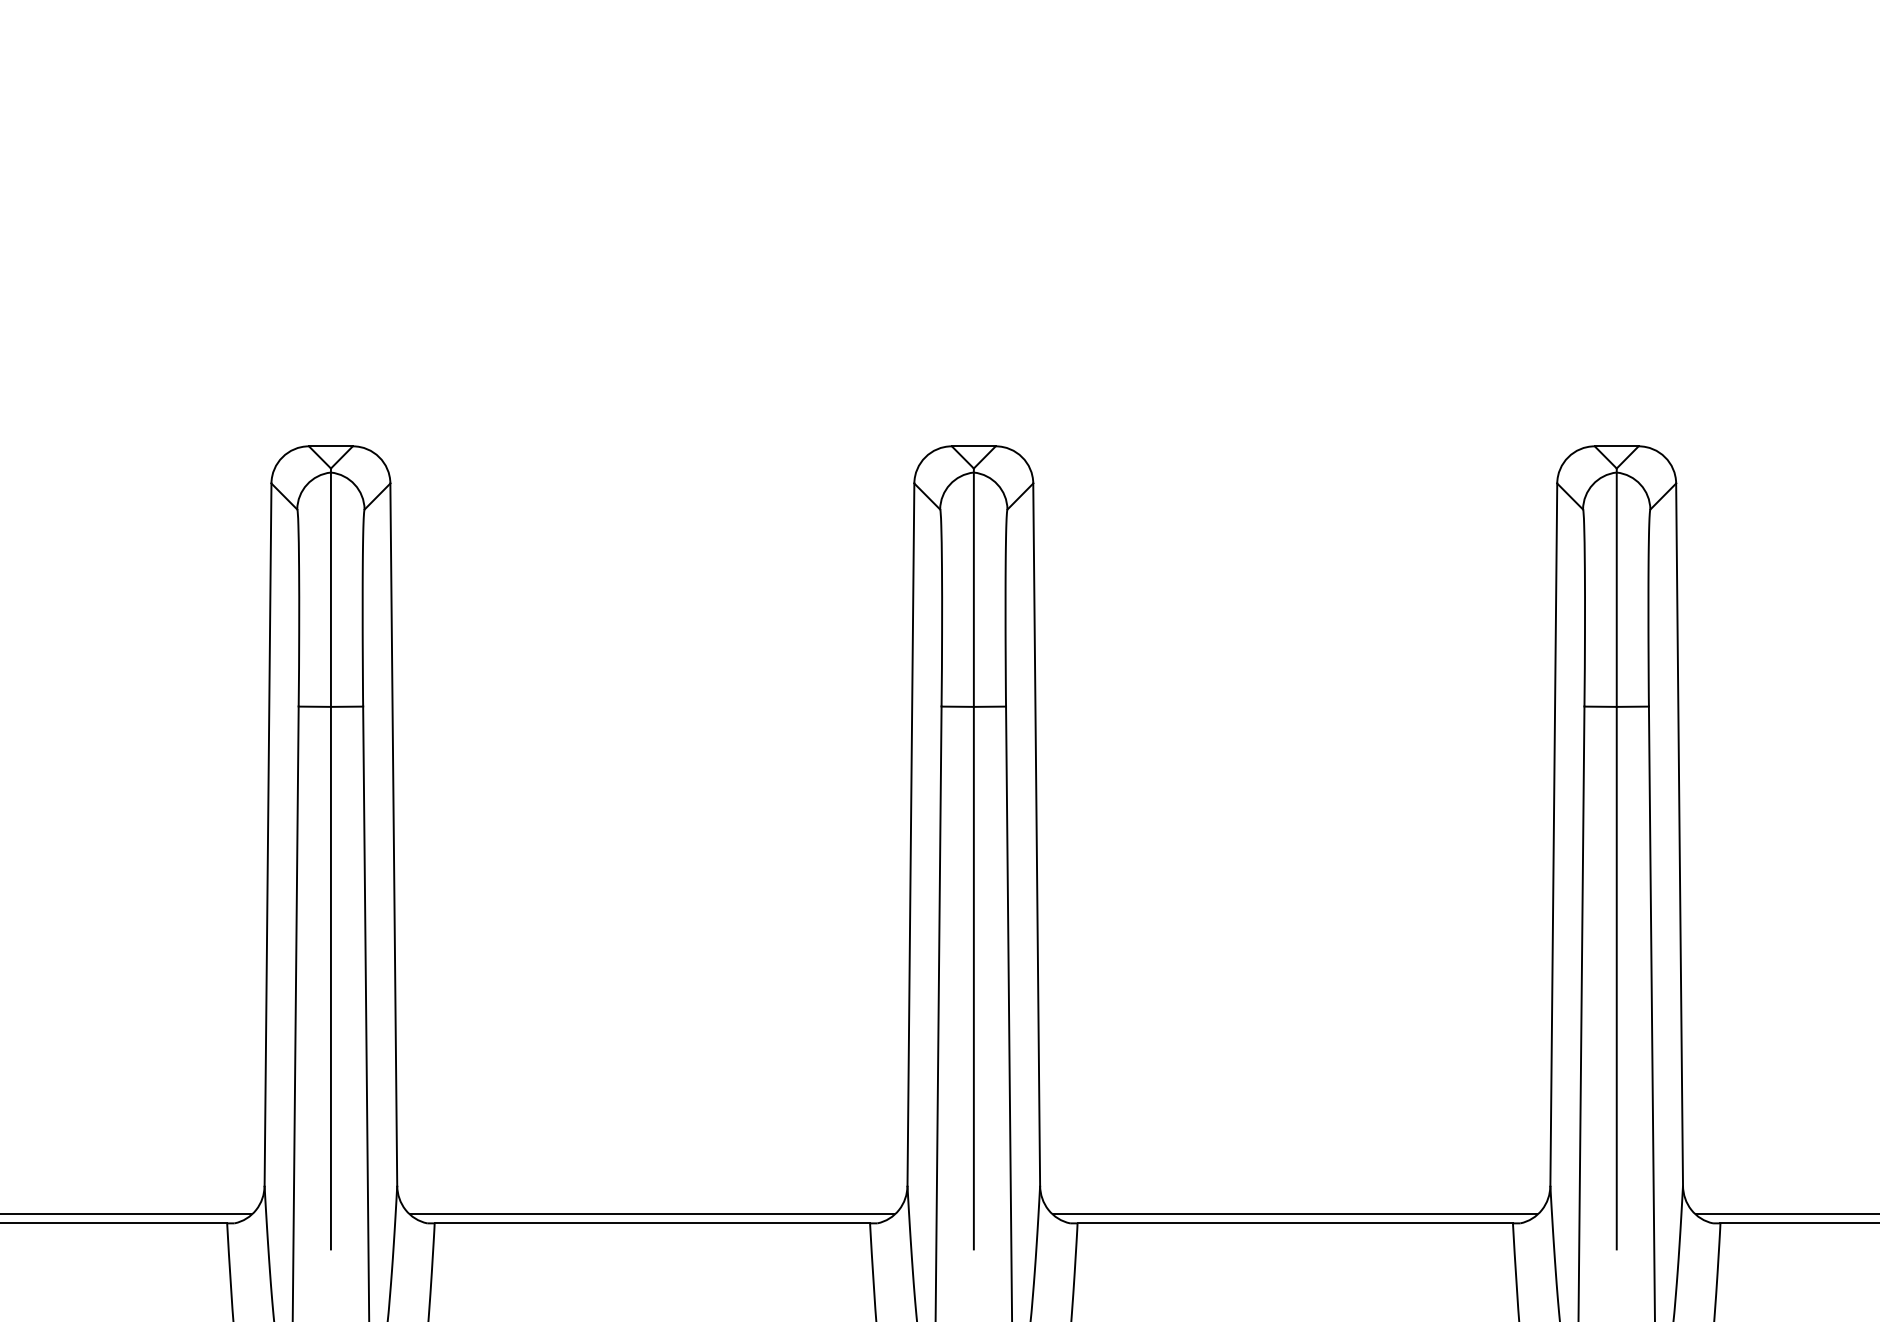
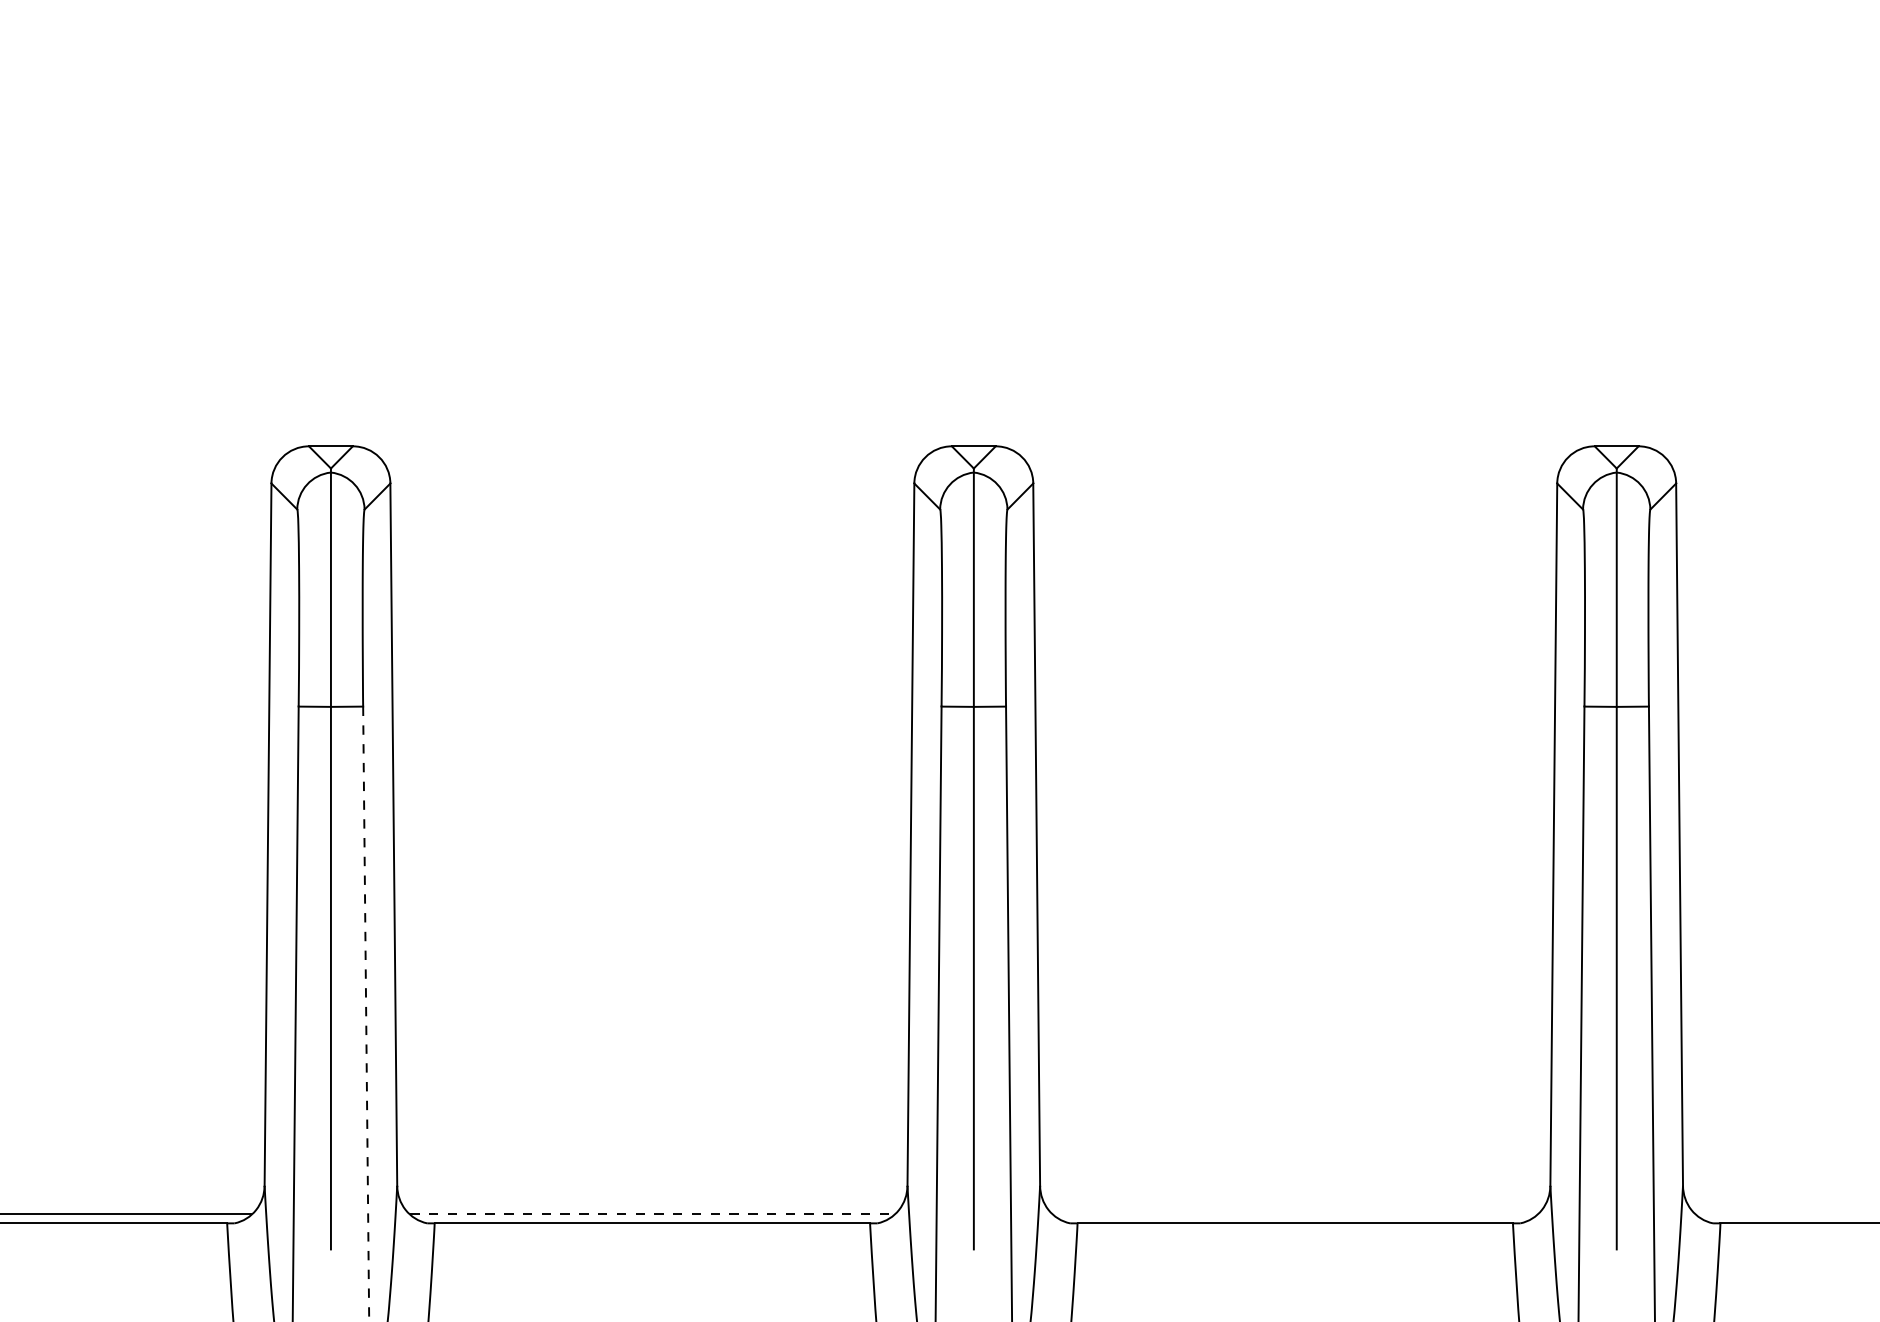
line at (366, 1014): solid -> dashed
line at (652, 1214): solid -> dashed
line at (1295, 1214): present -> none
line at (1786, 1214): present -> none
